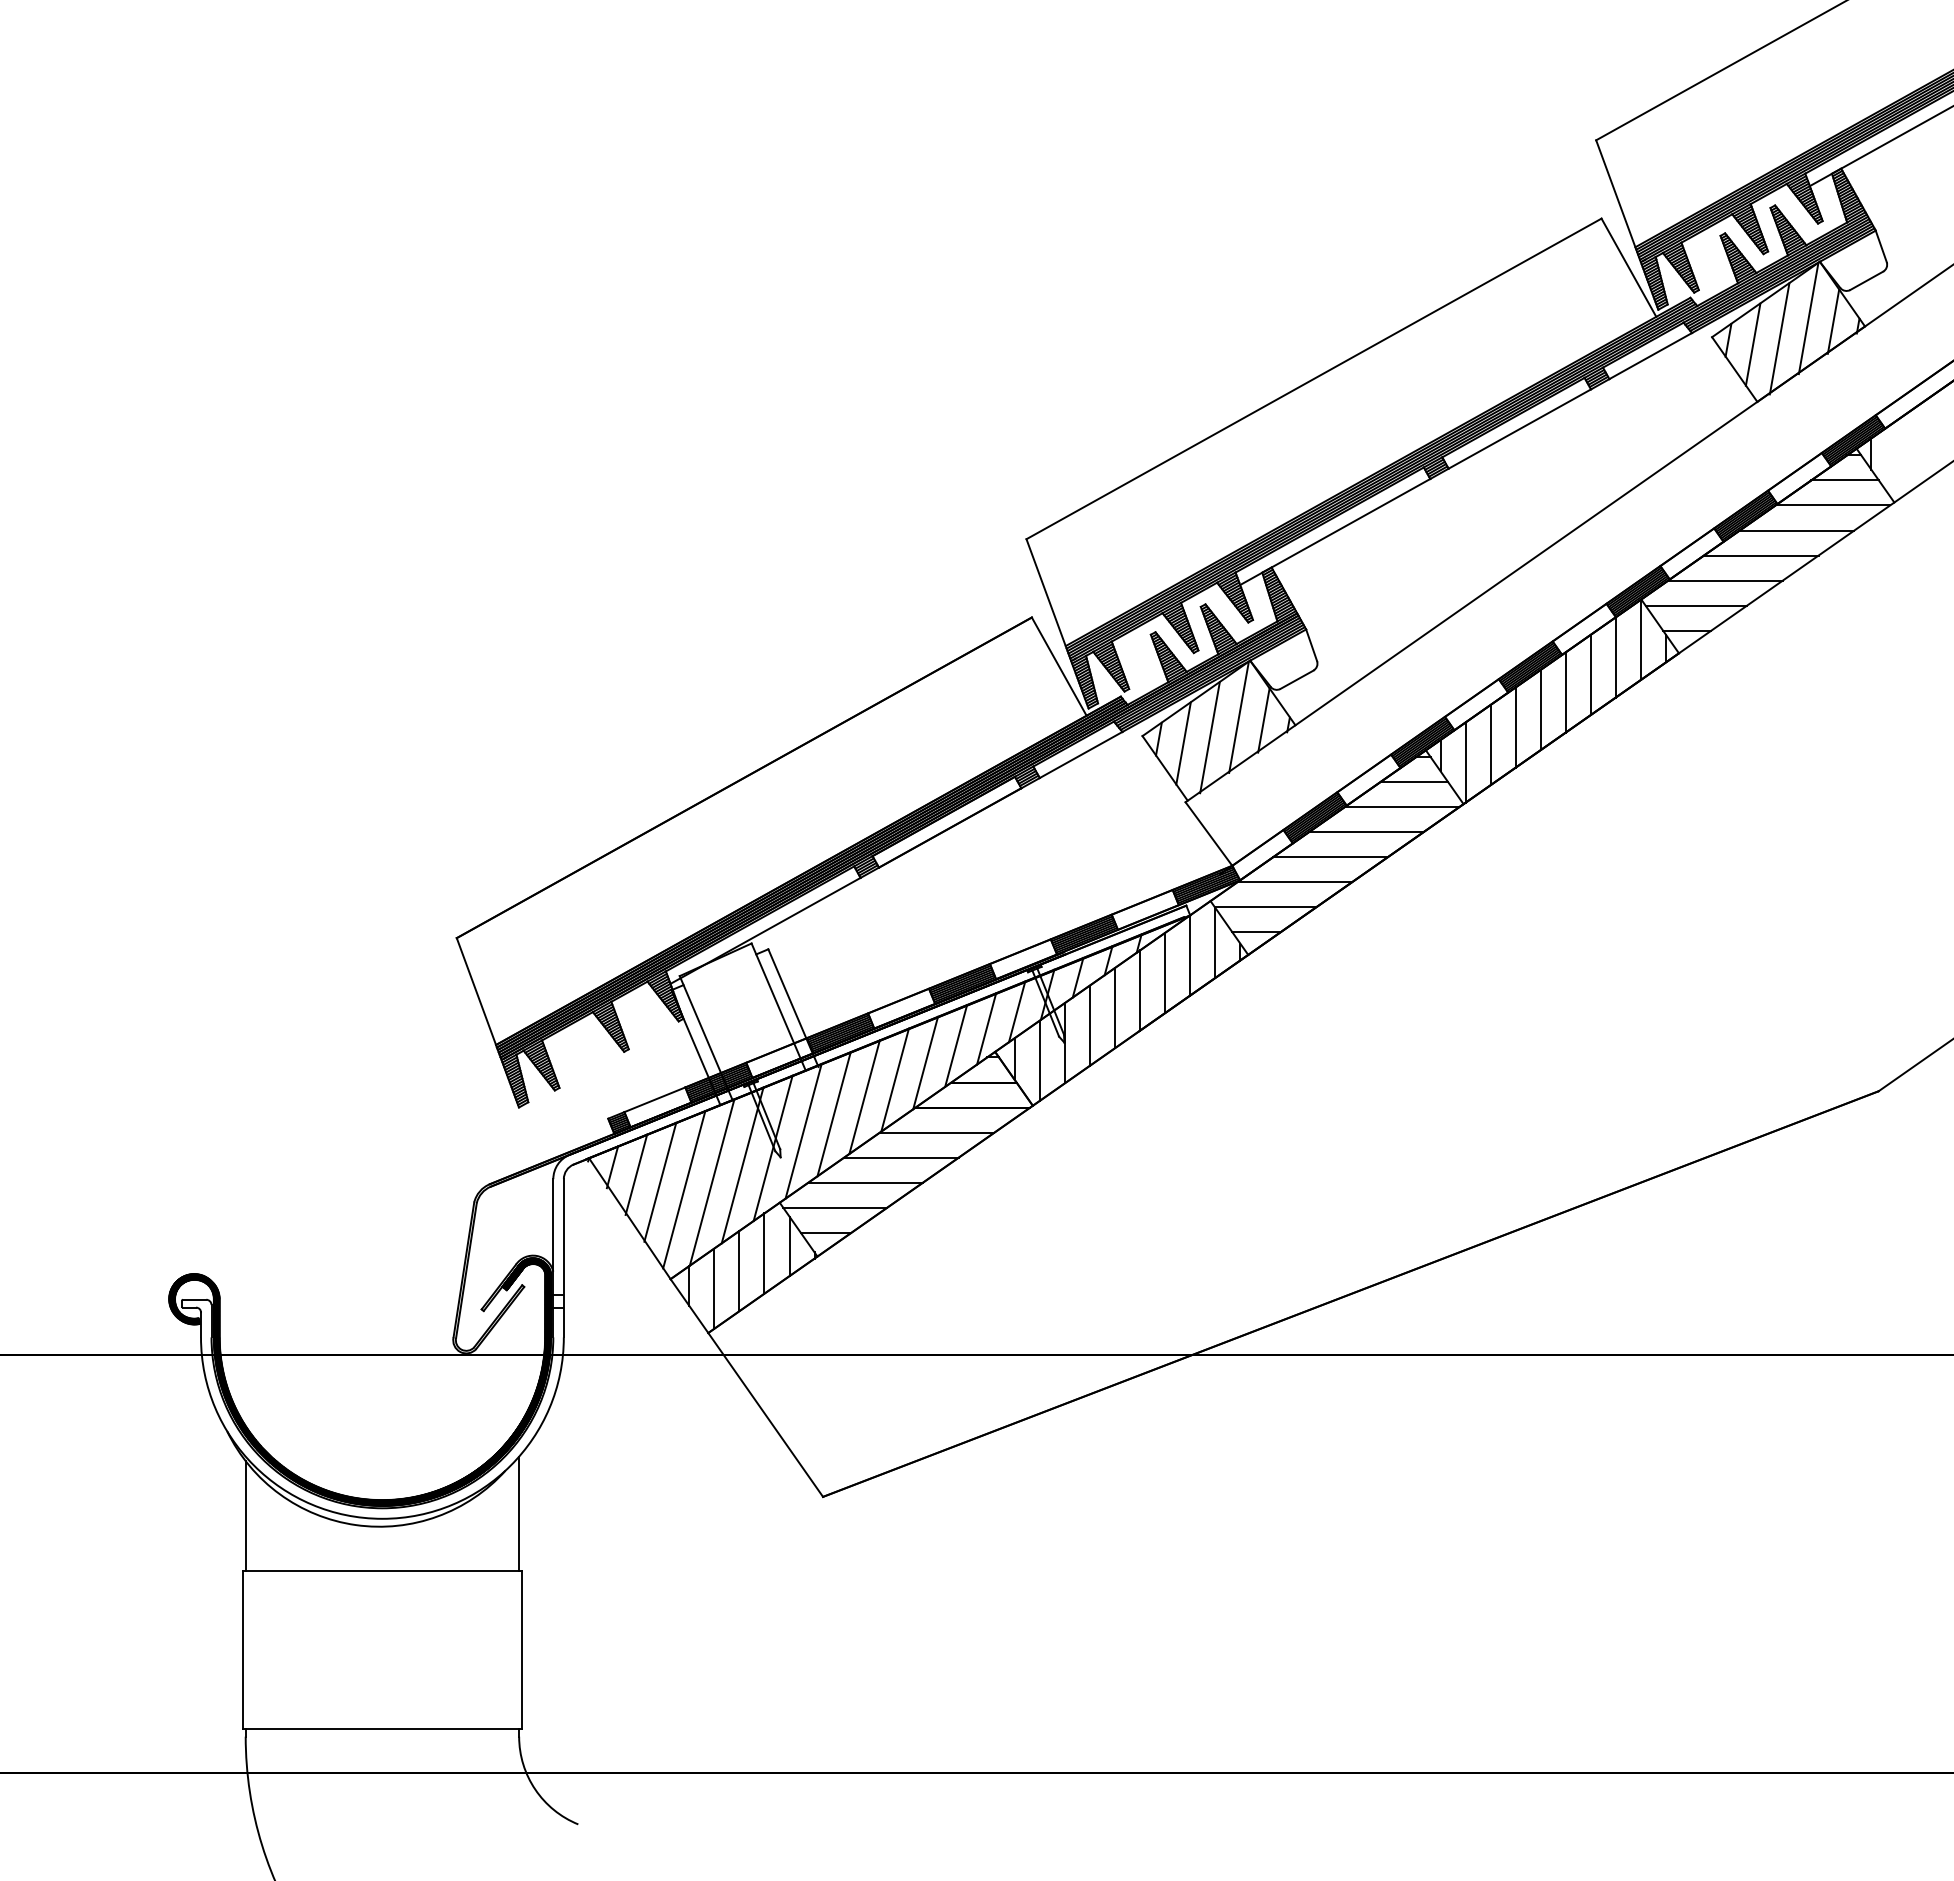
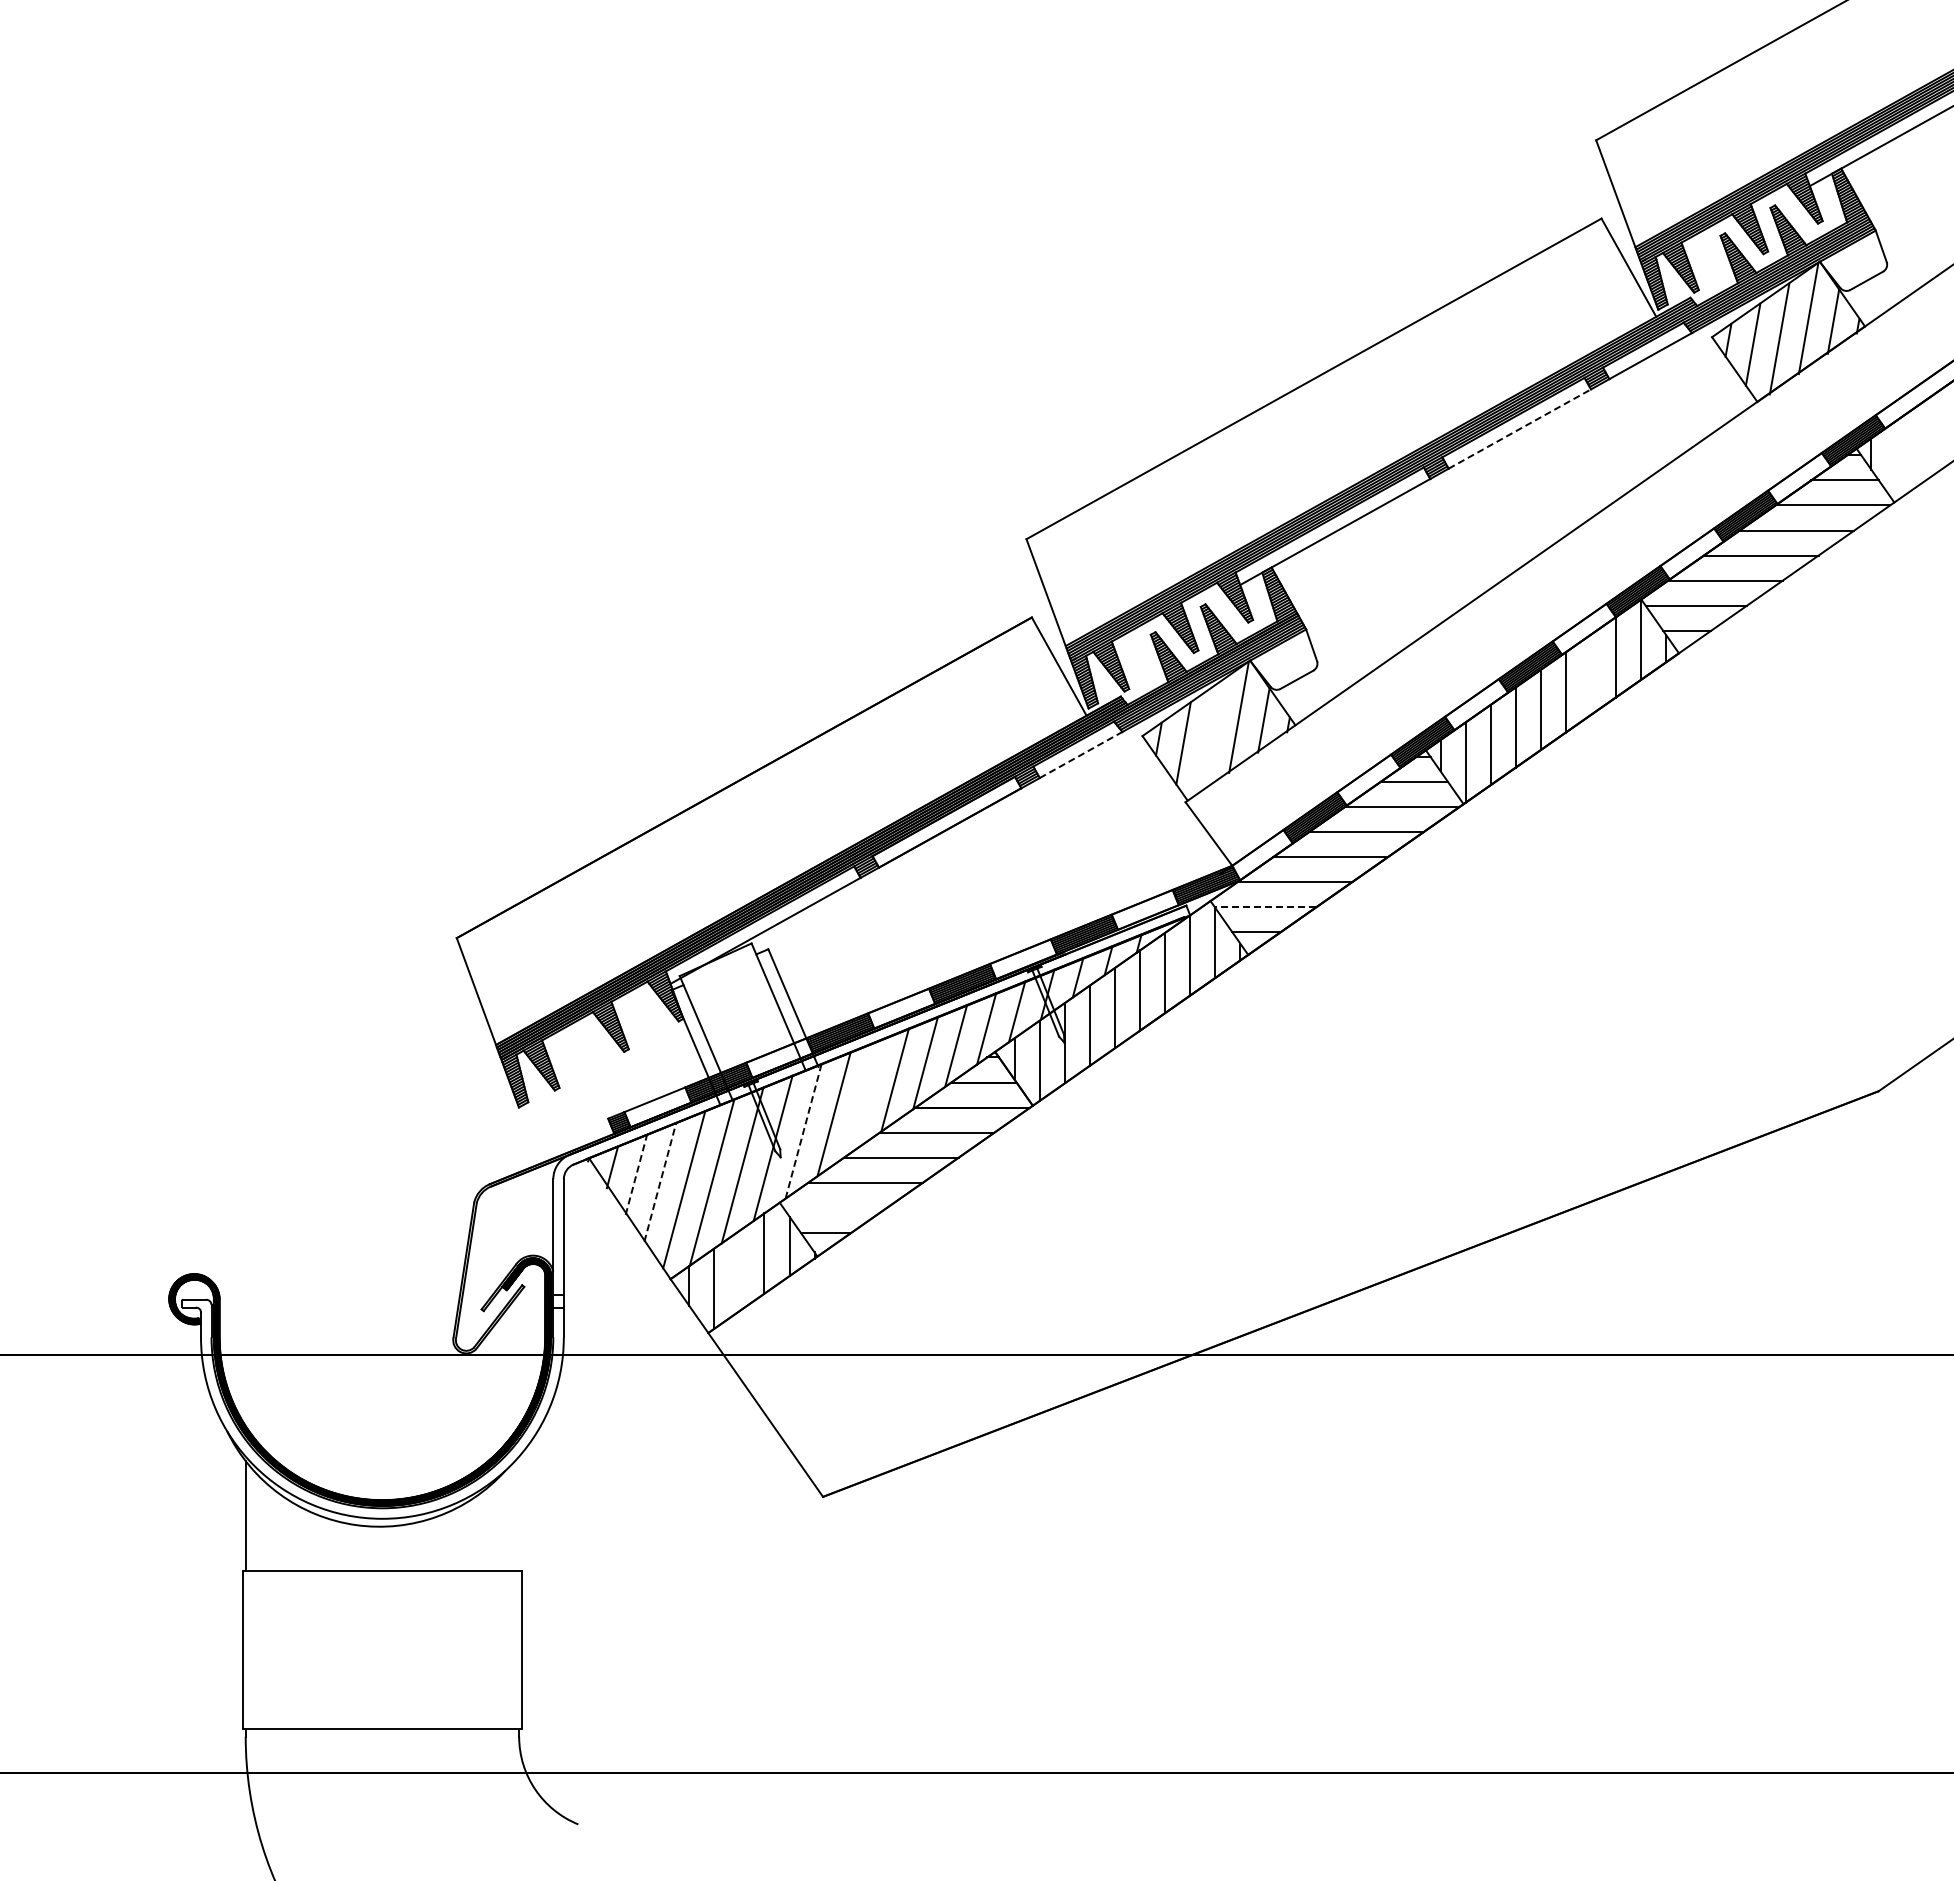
line at (1519, 429): solid -> dashed
line at (1590, 674): present -> none
line at (1209, 737): present -> none
line at (1081, 754): solid -> dashed
line at (1265, 907): solid -> dashed
line at (864, 1096): present -> none
line at (803, 1131): solid -> dashed
line at (636, 1174): solid -> dashed
line at (660, 1182): solid -> dashed
line at (835, 1207): present -> none
line at (739, 1270): present -> none
line at (519, 1513): present -> none
